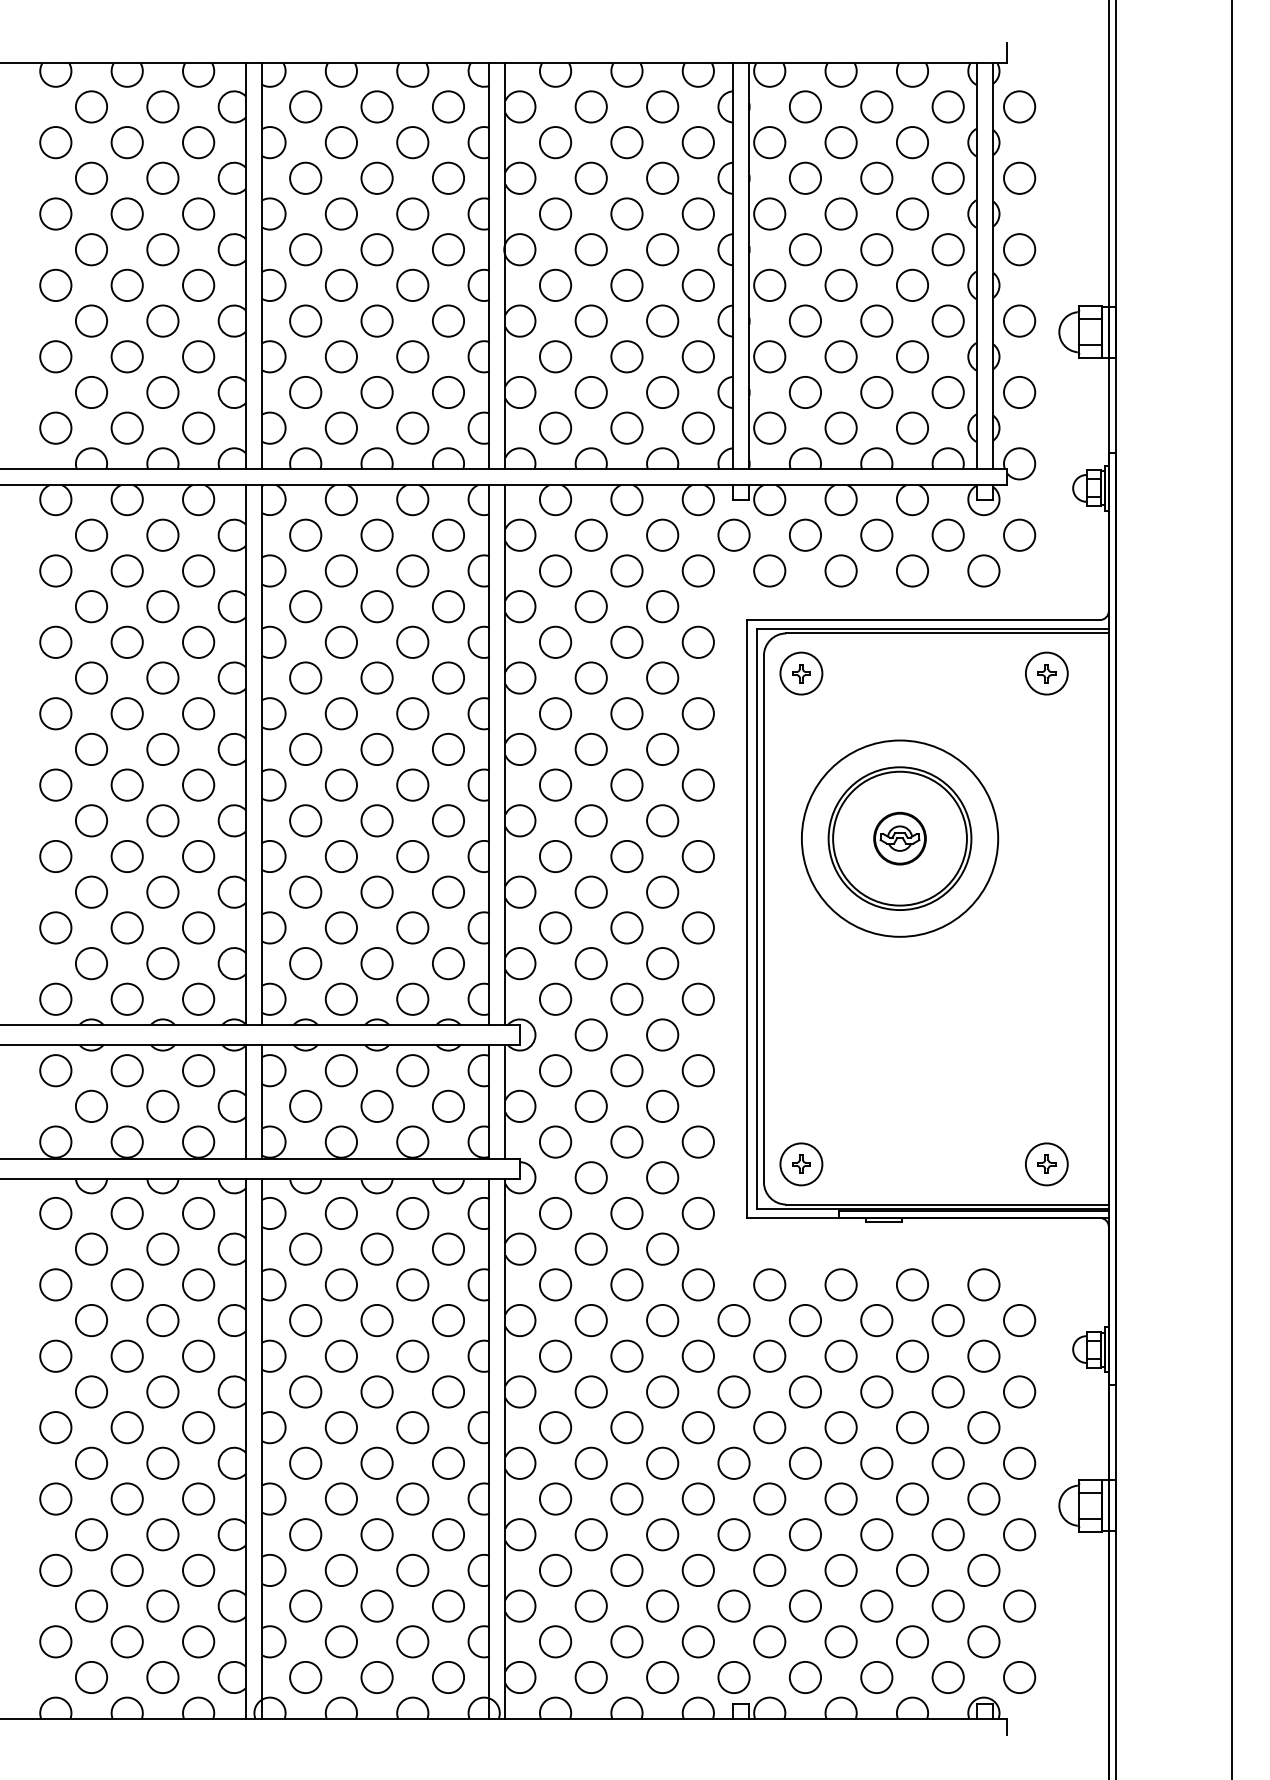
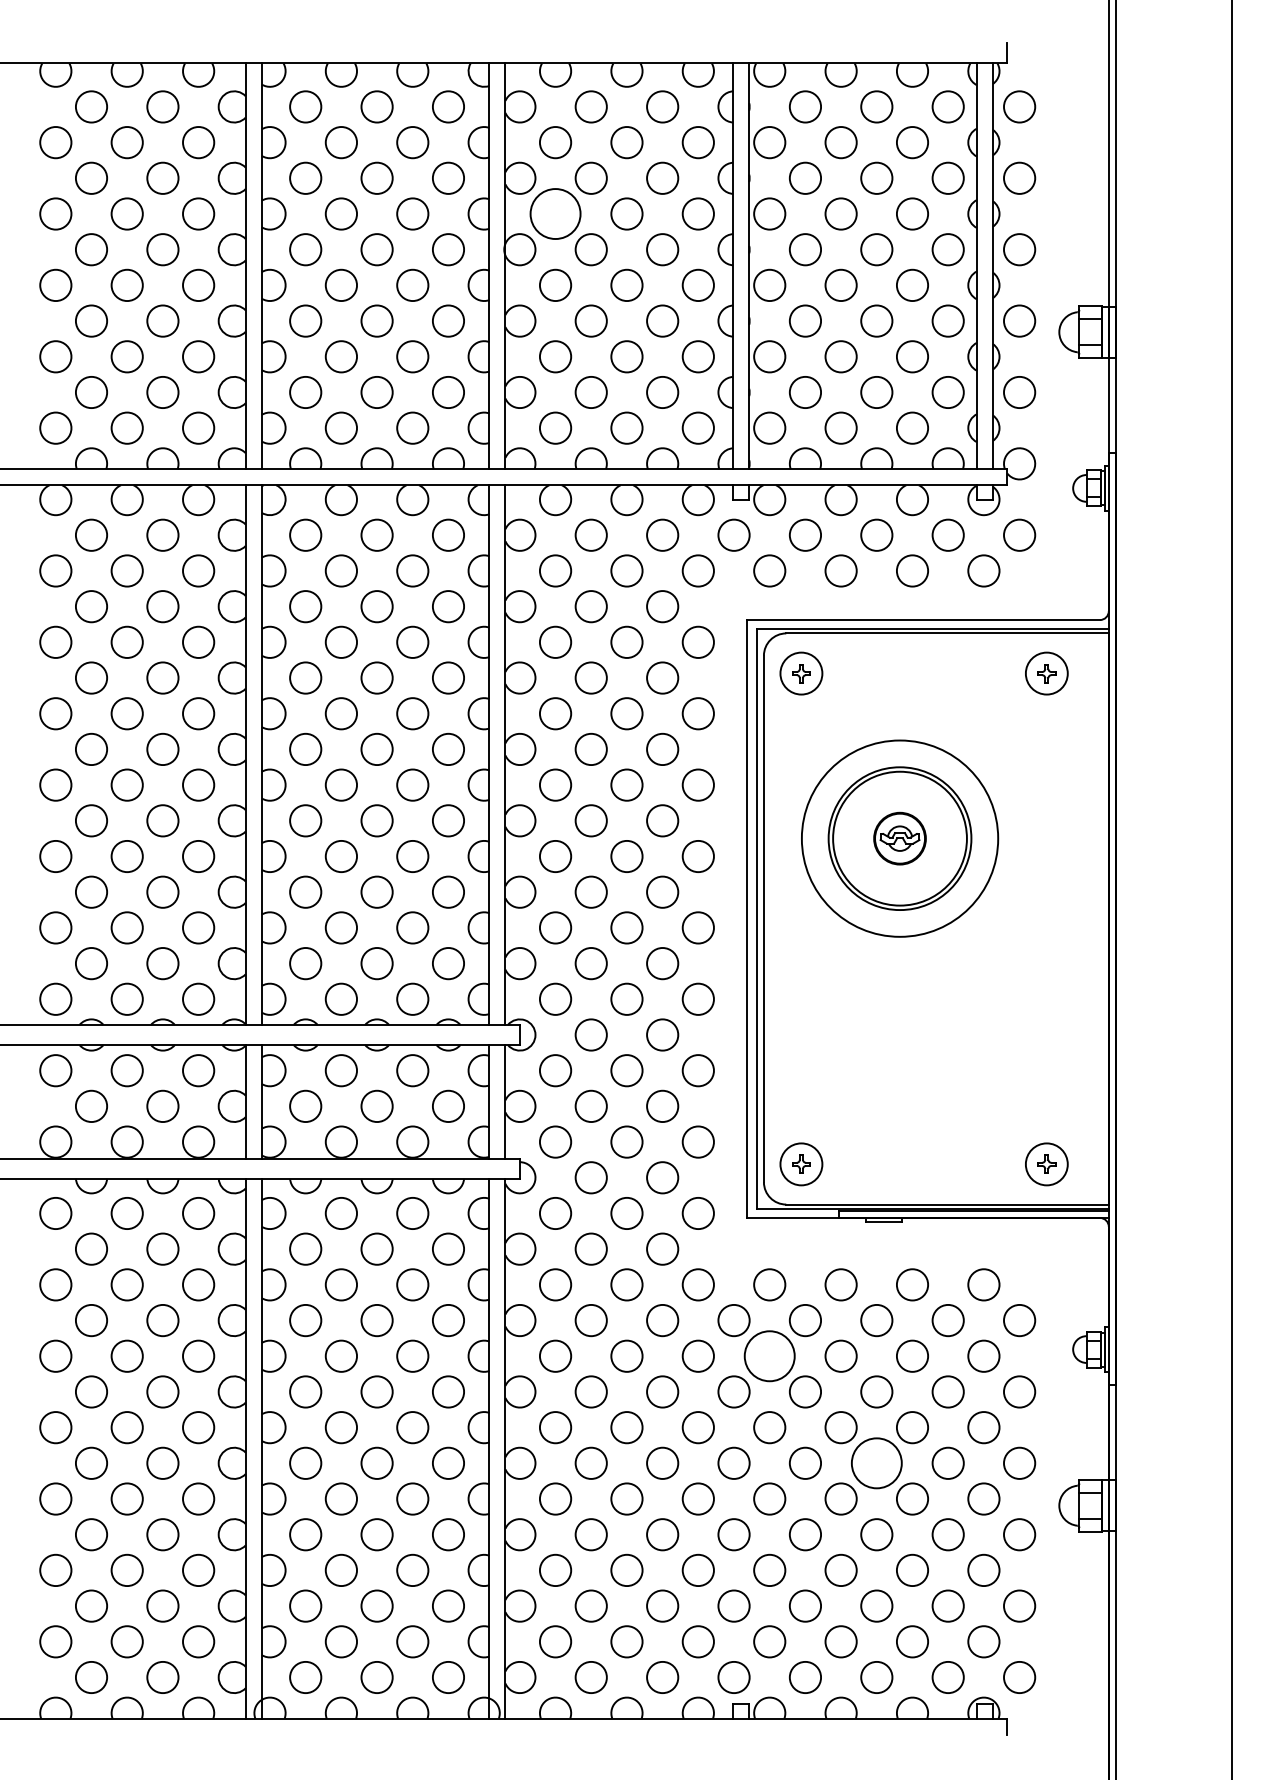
circle at (555, 213) diameter: 31 px -> 50 px
circle at (769, 1355) diameter: 31 px -> 50 px
circle at (876, 1462) diameter: 31 px -> 50 px
